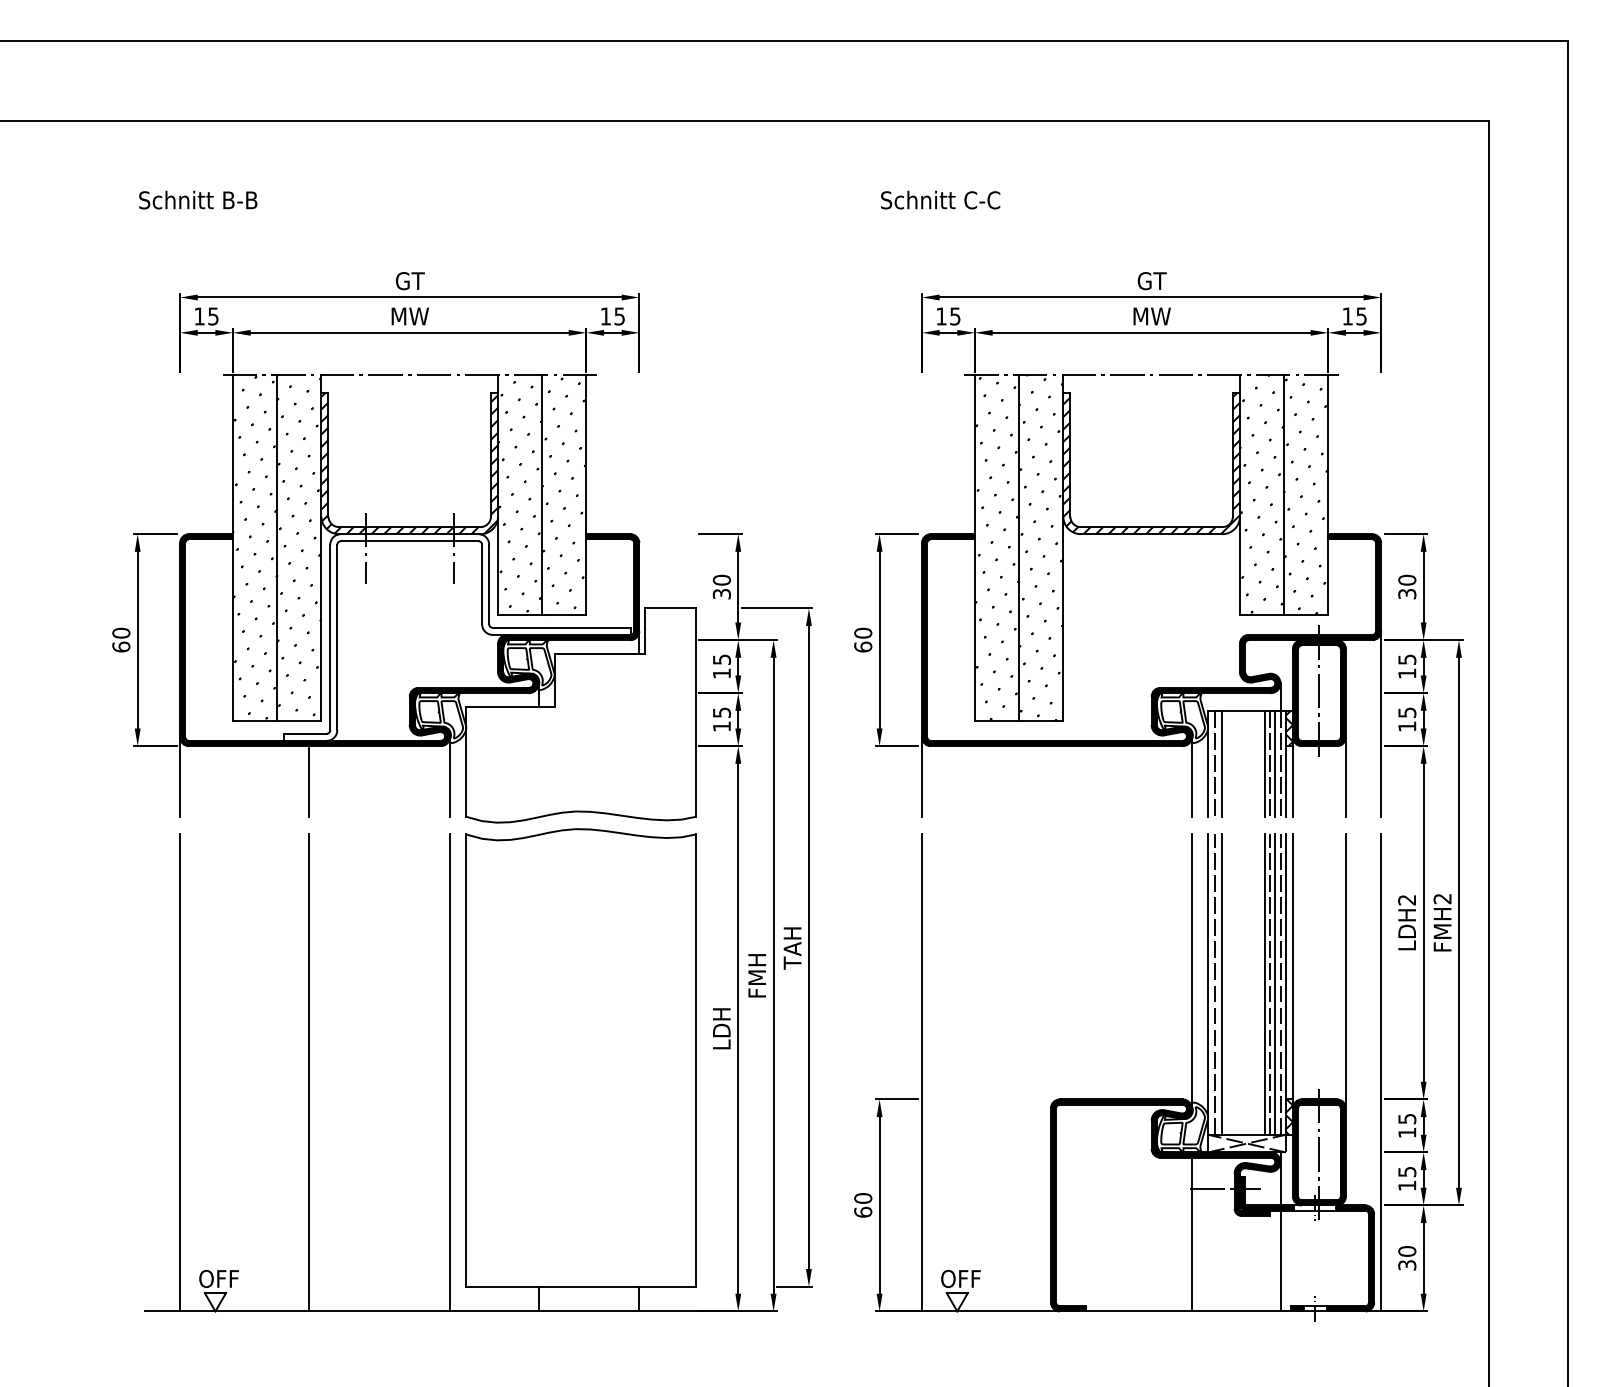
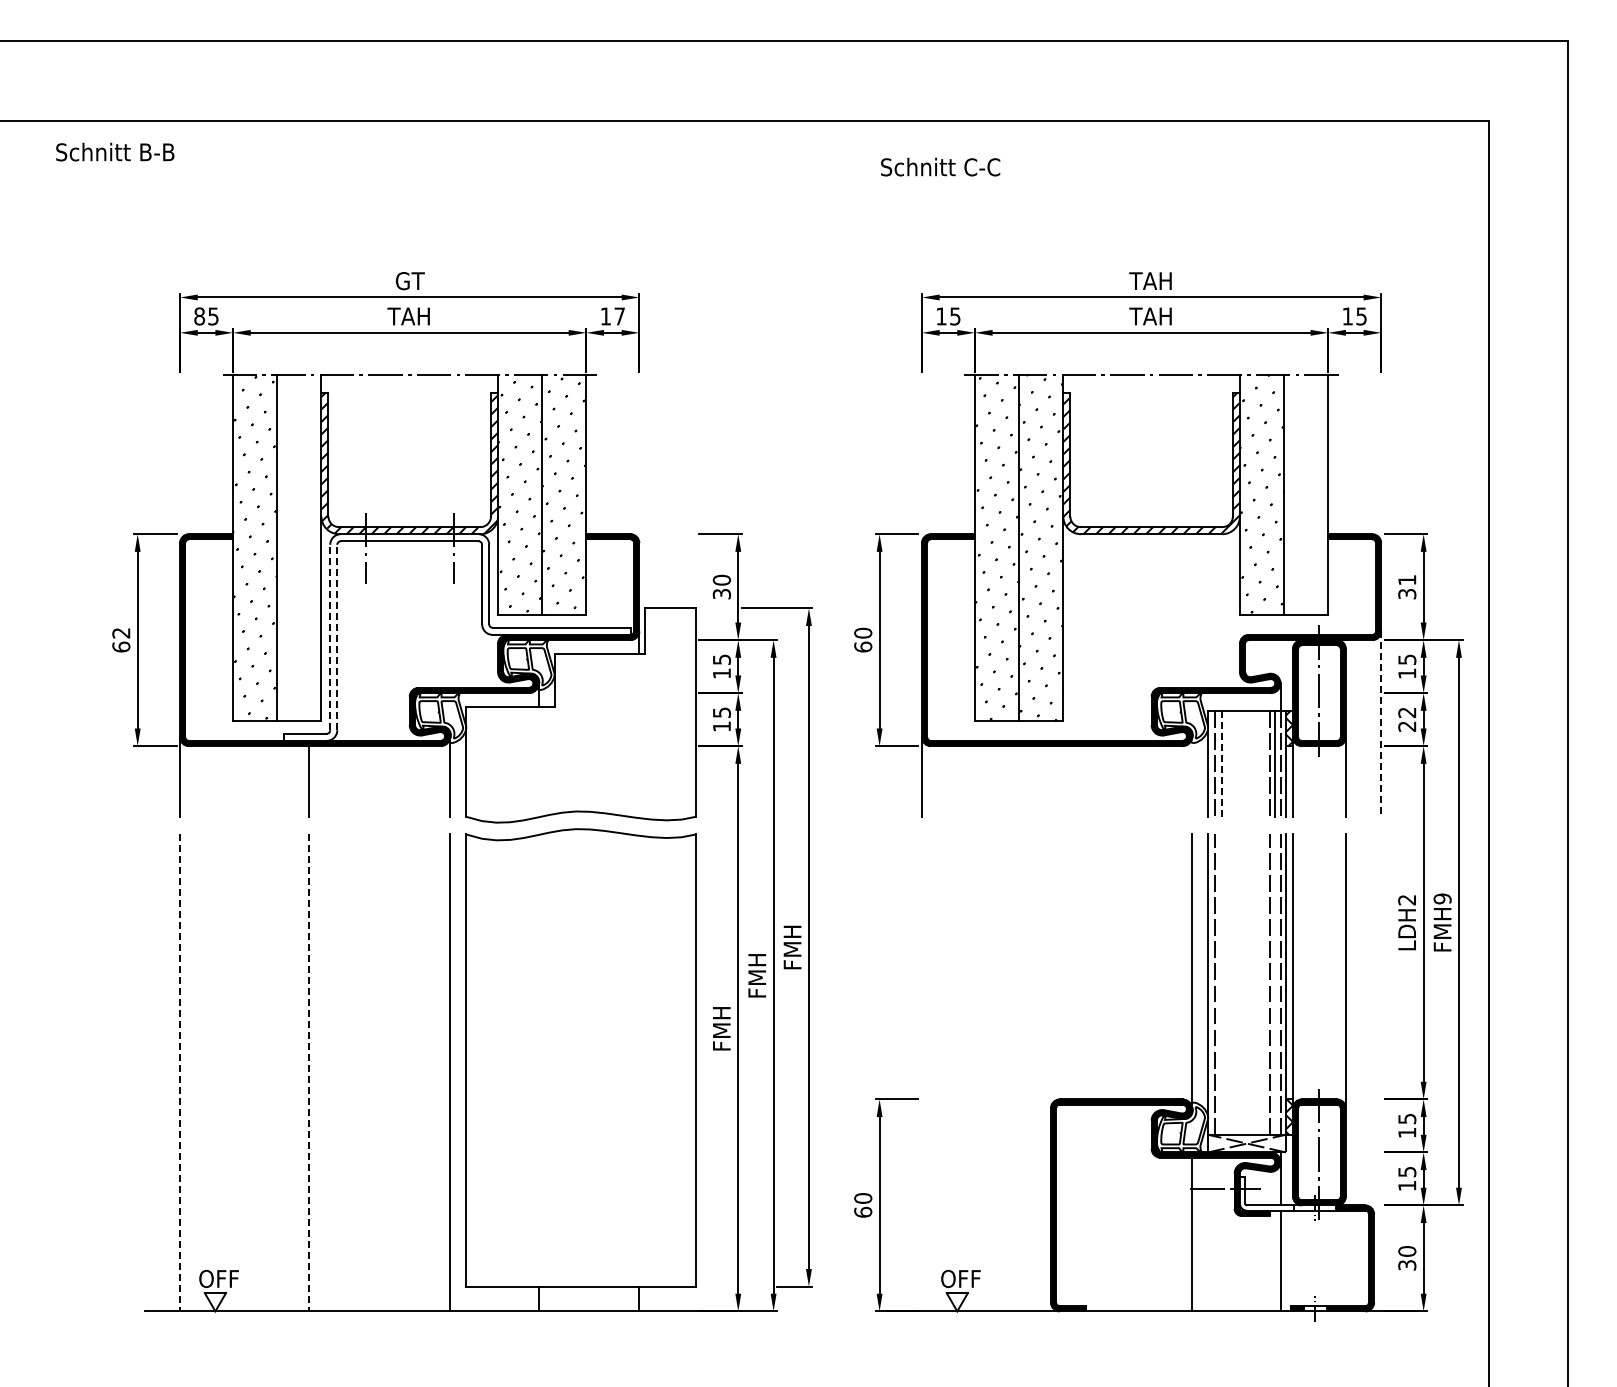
text at (198, 199) position: (198, 199) -> (115, 151)
text at (940, 199) position: (940, 199) -> (940, 166)
text at (1150, 281): GT -> TAH
text at (199, 316): 15 -> 85
text at (408, 316): MW -> TAH
text at (619, 316): 15 -> 17
text at (1150, 316): MW -> TAH
hatch at (1306, 496): present -> none
hatch at (299, 546): present -> none
text at (1407, 579): 30 -> 31
text at (121, 632): 60 -> 62
line at (330, 637): solid -> dashed
line at (337, 637): solid -> dashed
text at (1407, 719): 15 -> 22
line at (1381, 724): solid -> dashed
line at (1222, 763): solid -> dashed
line at (1264, 763): present -> none
line at (1192, 776): present -> none
text at (1442, 898): FMH2 -> FMH9
text at (792, 947): TAH -> FMH
line at (1222, 984): present -> none
line at (1264, 984): present -> none
line at (1275, 984): present -> none
text at (721, 1028): LDH -> FMH
line at (921, 1072): present -> none
line at (1381, 1072): present -> none
line at (180, 1073): solid -> dashed
line at (309, 1073): solid -> dashed
fill at (1266, 1193): present -> none
